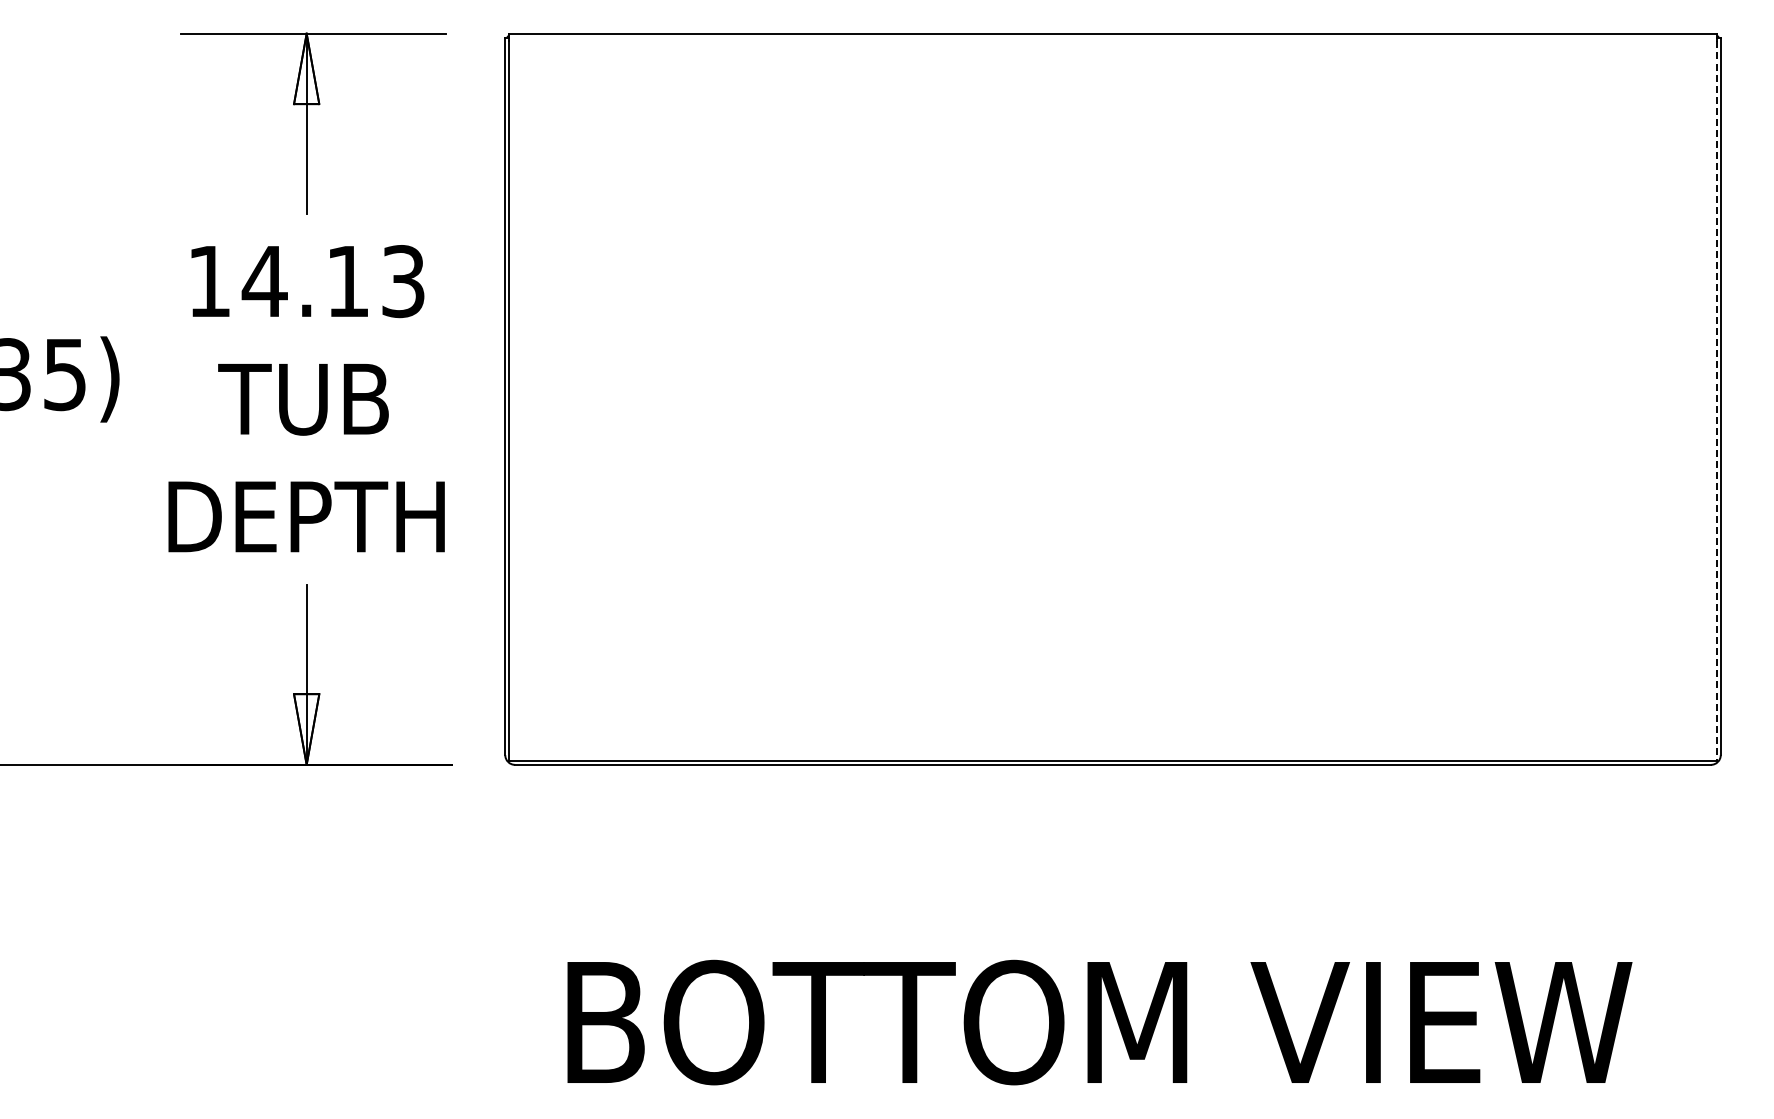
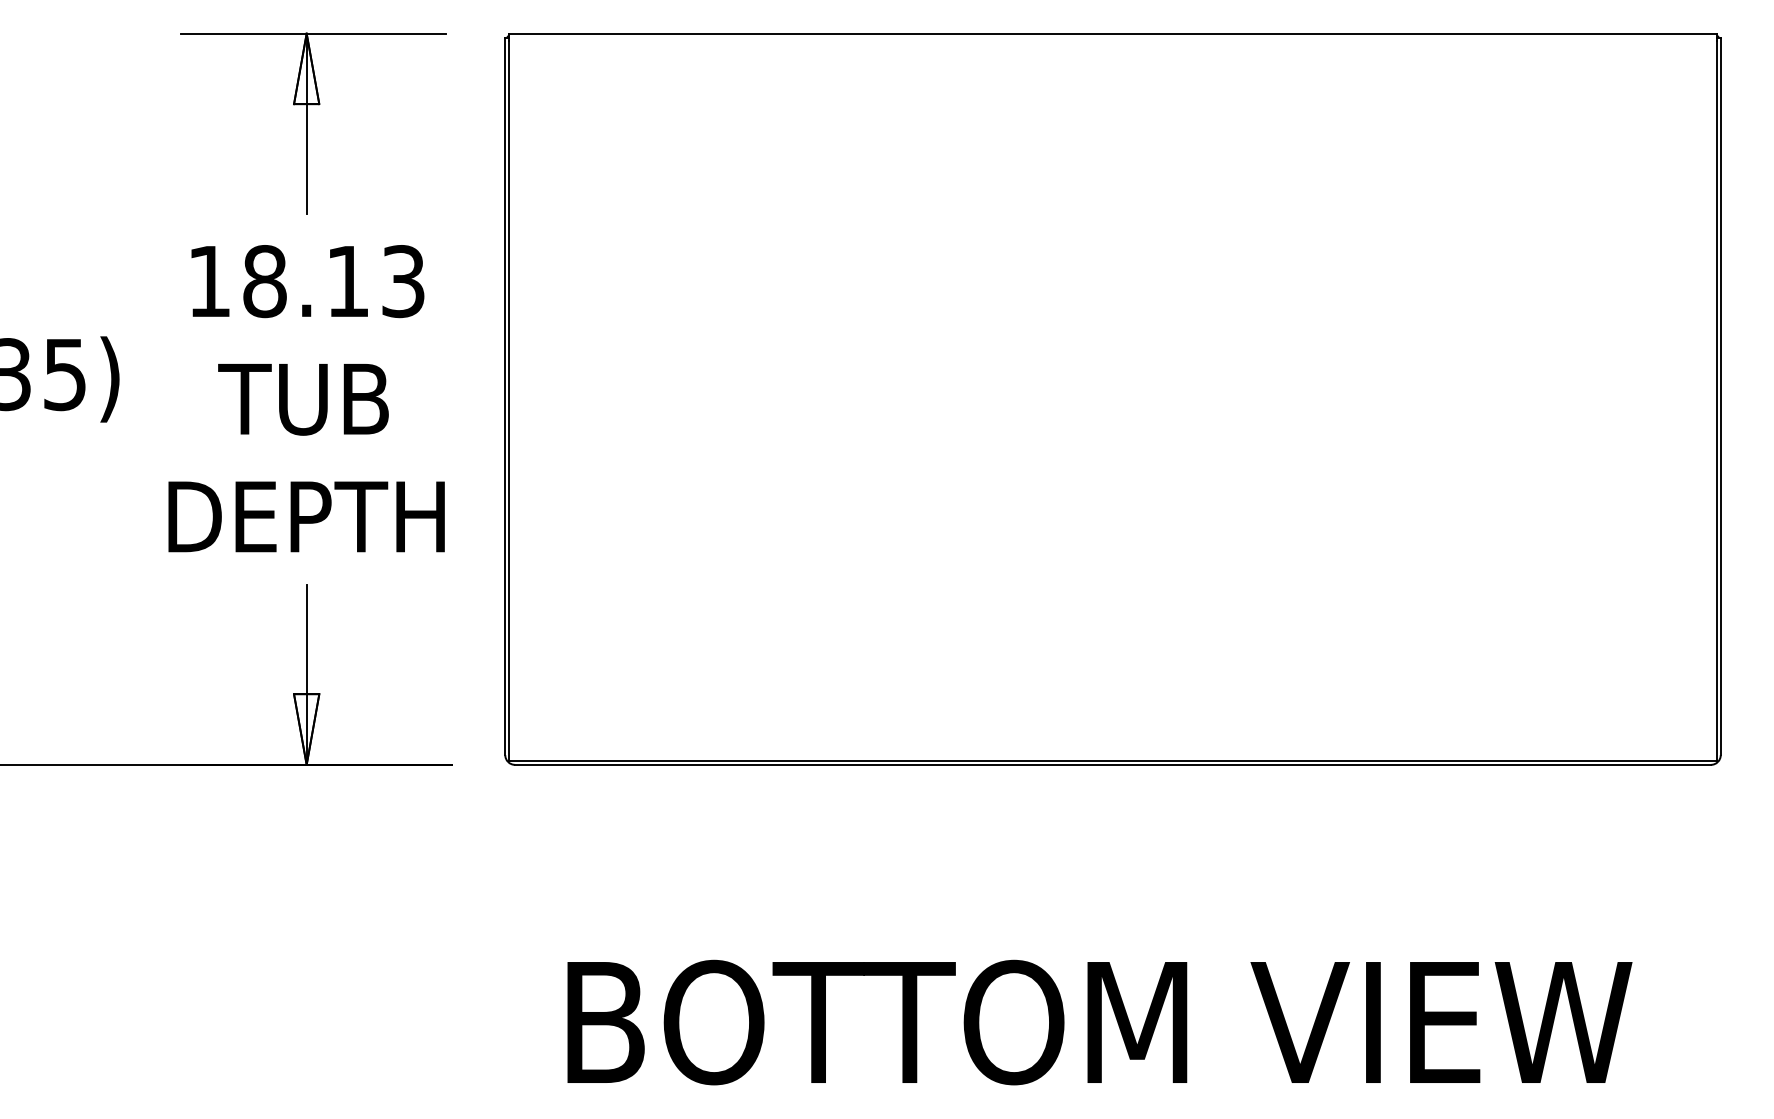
text at (264, 281): 14.13 -> 18.13
line at (1716, 401): dashed -> solid
